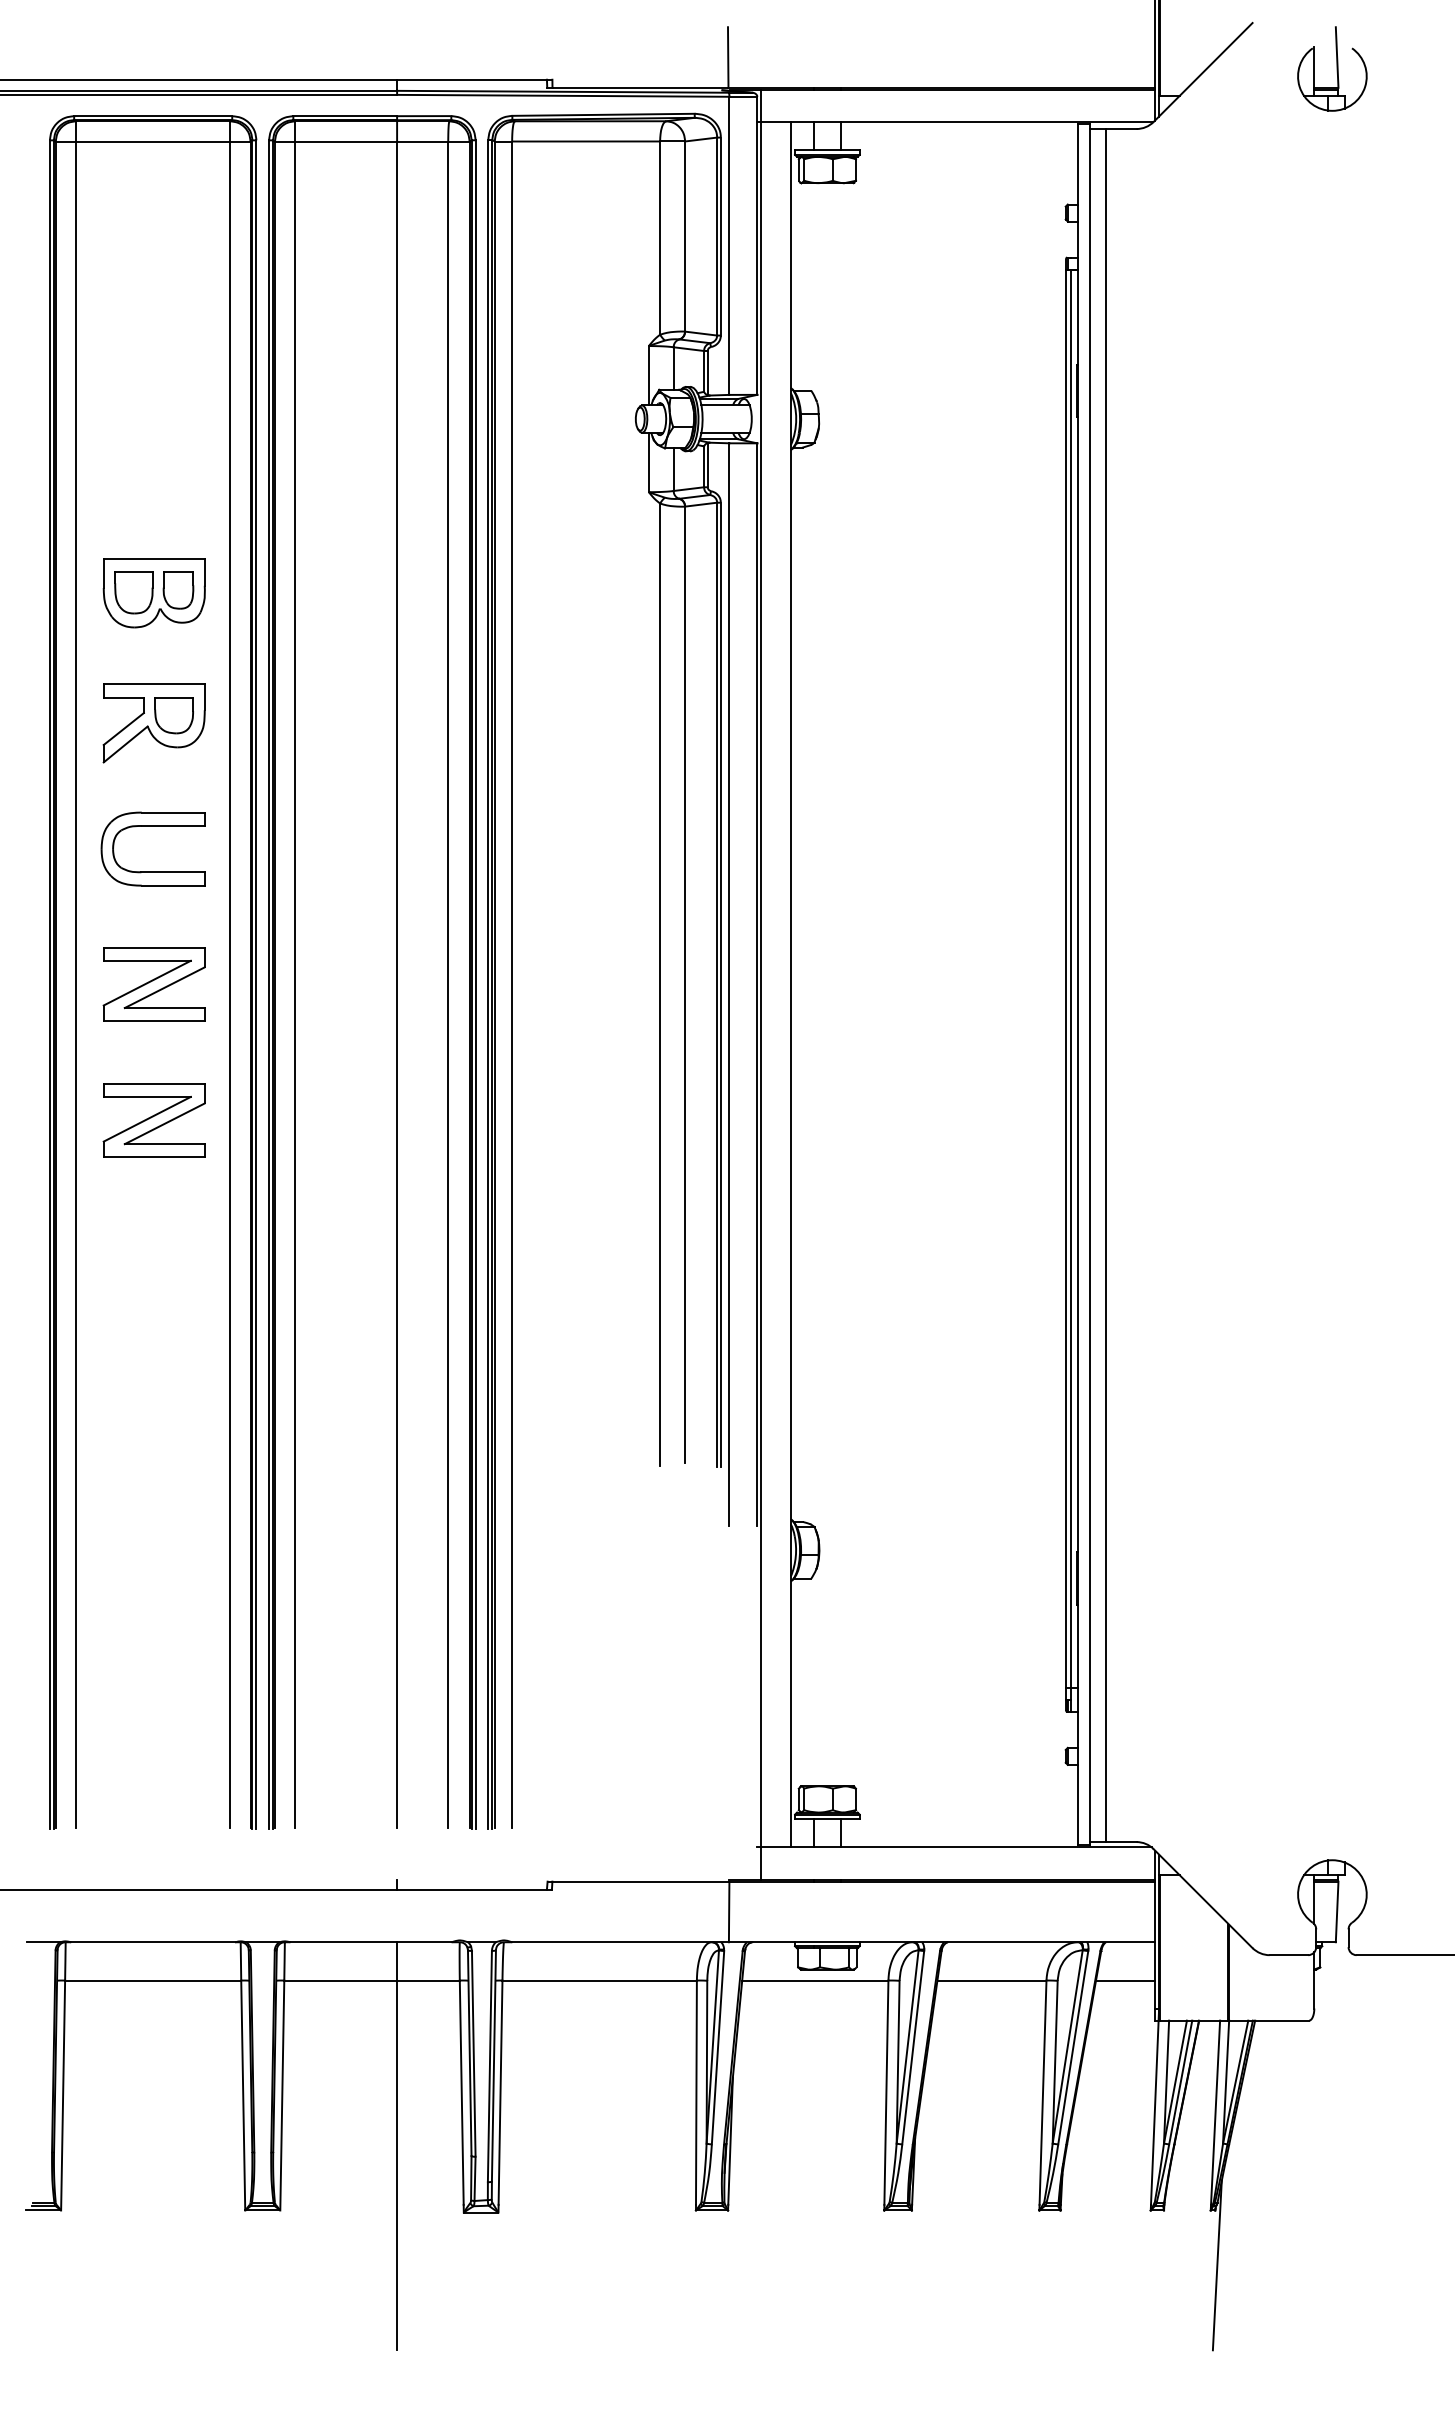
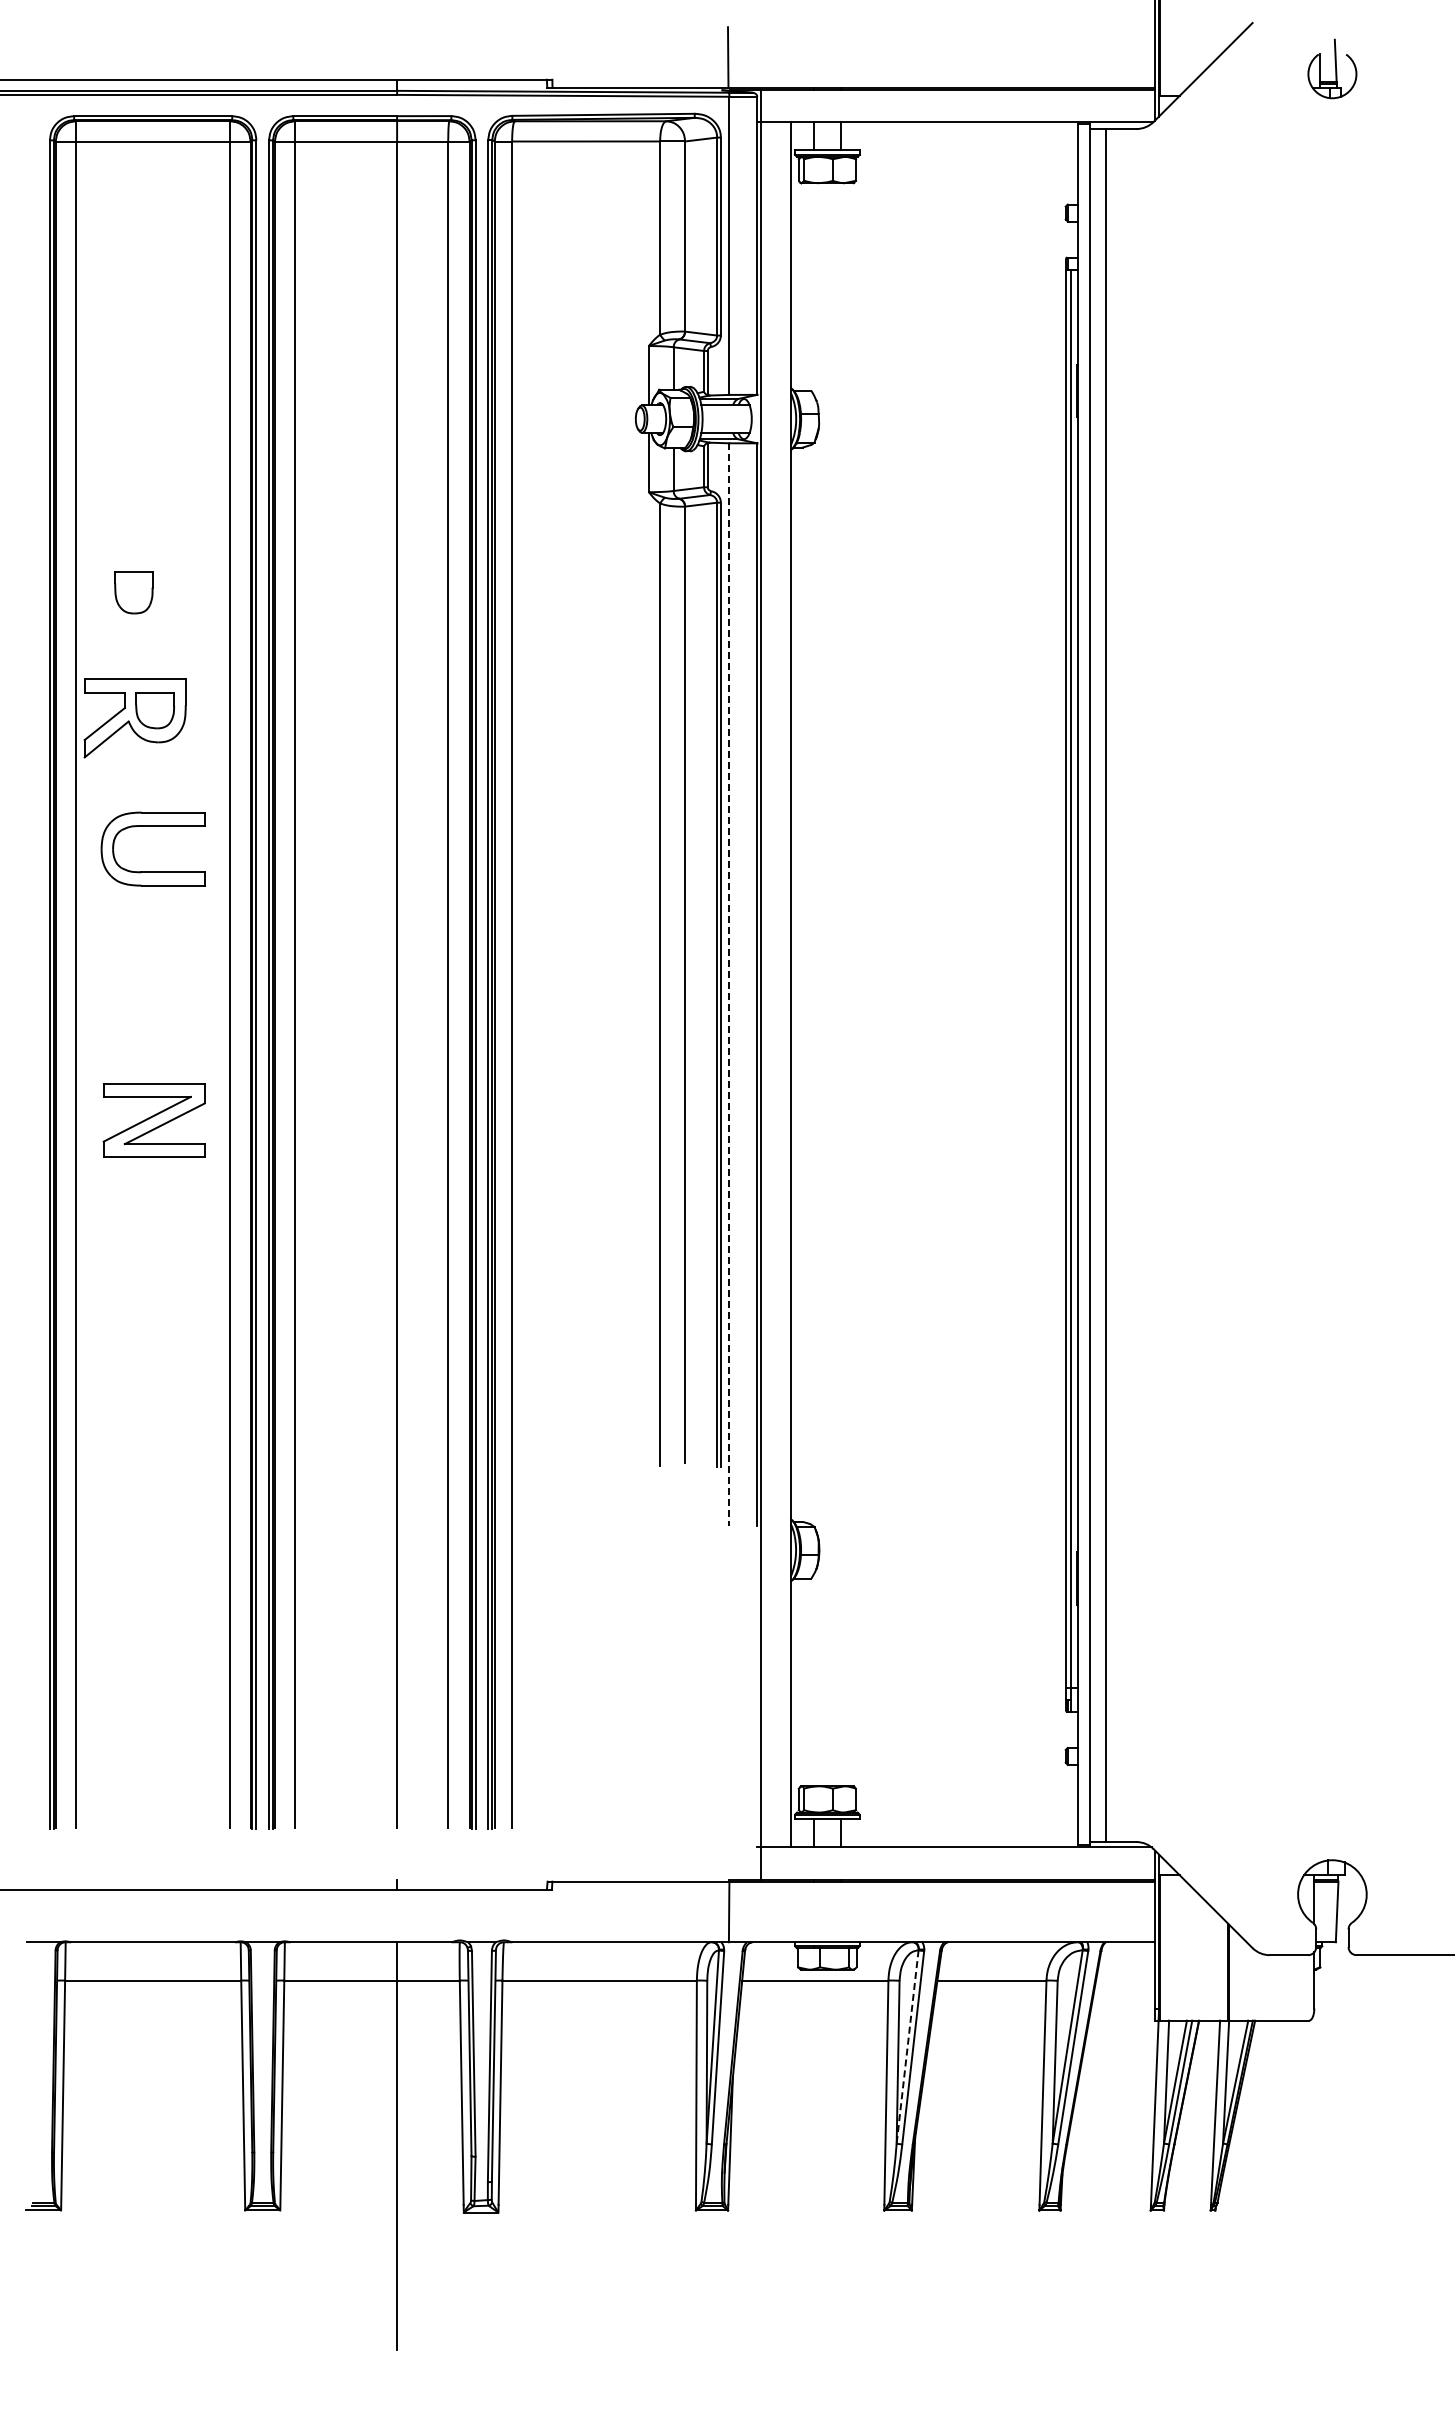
part at (1332, 68) size: 71x86 px -> 51x62 px
part at (153, 593): present -> none
part at (153, 723) position: (153, 723) -> (134, 718)
part at (153, 984): present -> none
line at (729, 985): solid -> dashed
line at (1125, 1980): present -> none
line at (907, 2047): solid -> dashed
line at (1216, 2265): present -> none
